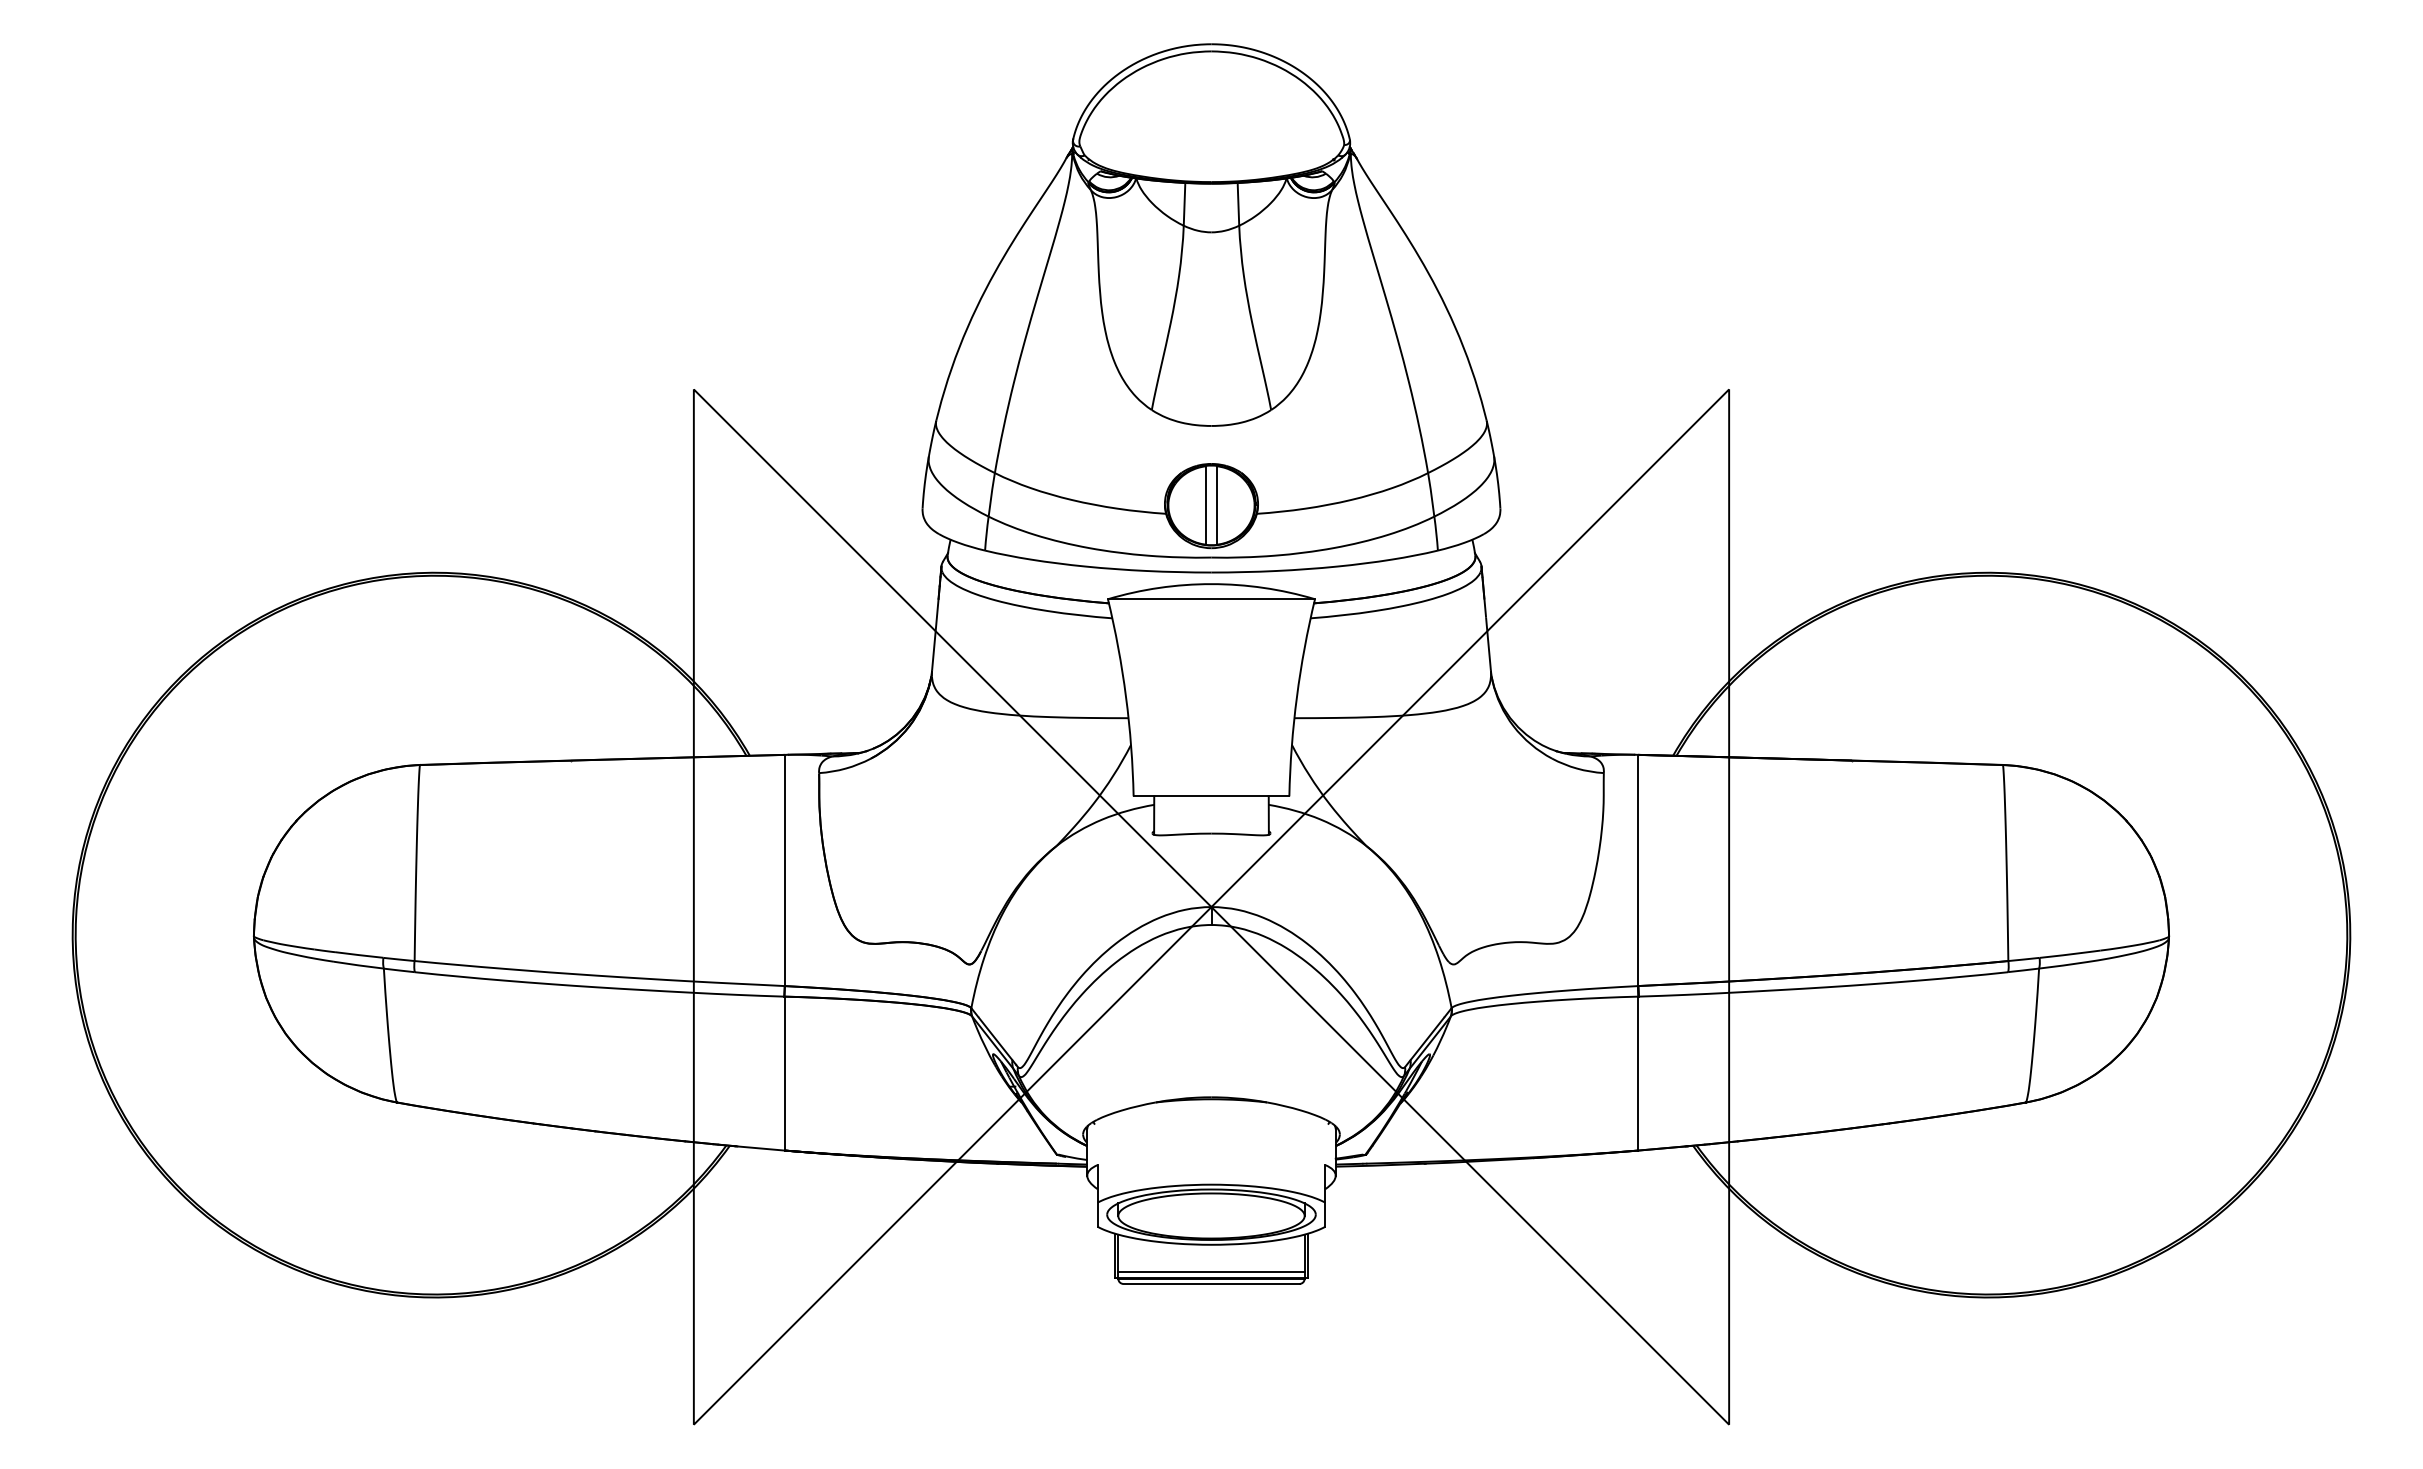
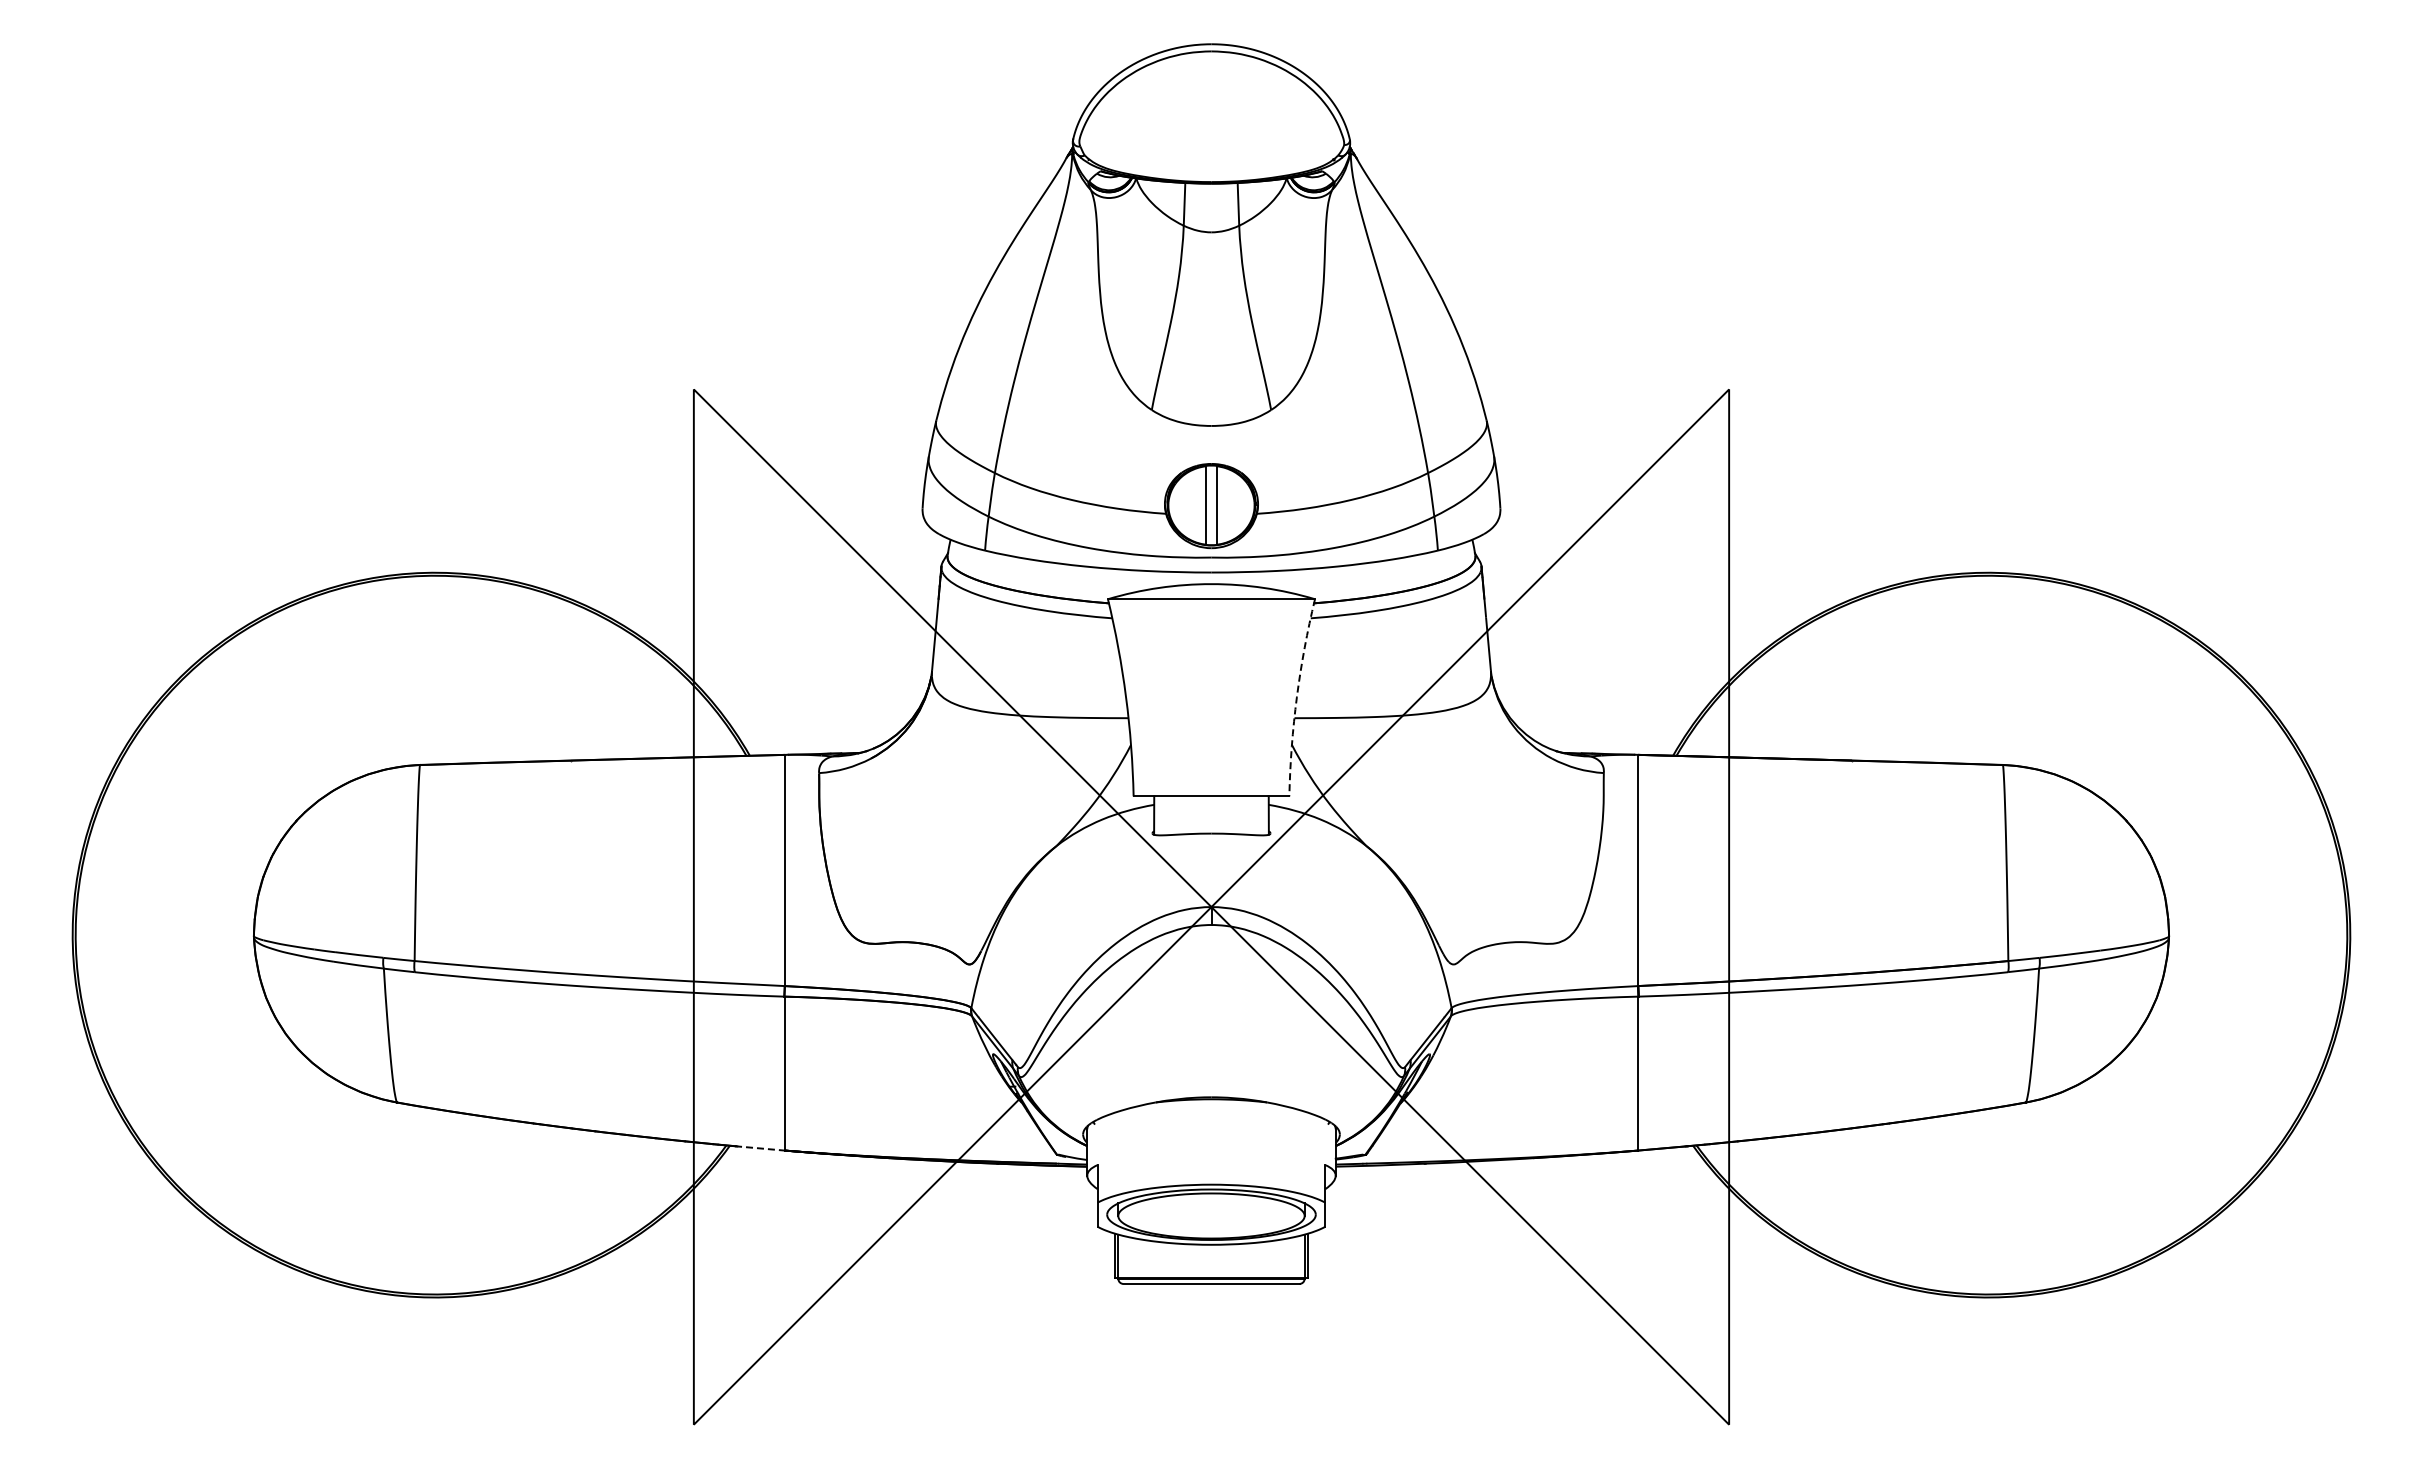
arc at (1296, 697): solid -> dashed
line at (759, 1148): solid -> dashed
line at (1211, 1271): present -> none
